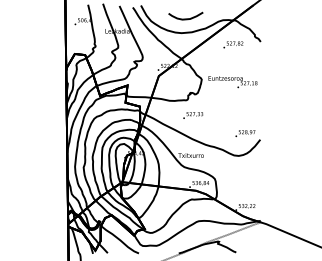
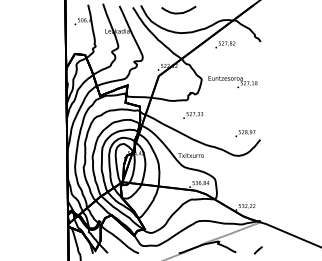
curve at (185, 18) position: (185, 18) -> (178, 12)
text at (233, 44) position: (233, 44) -> (225, 44)
line at (257, 250): none -> present
